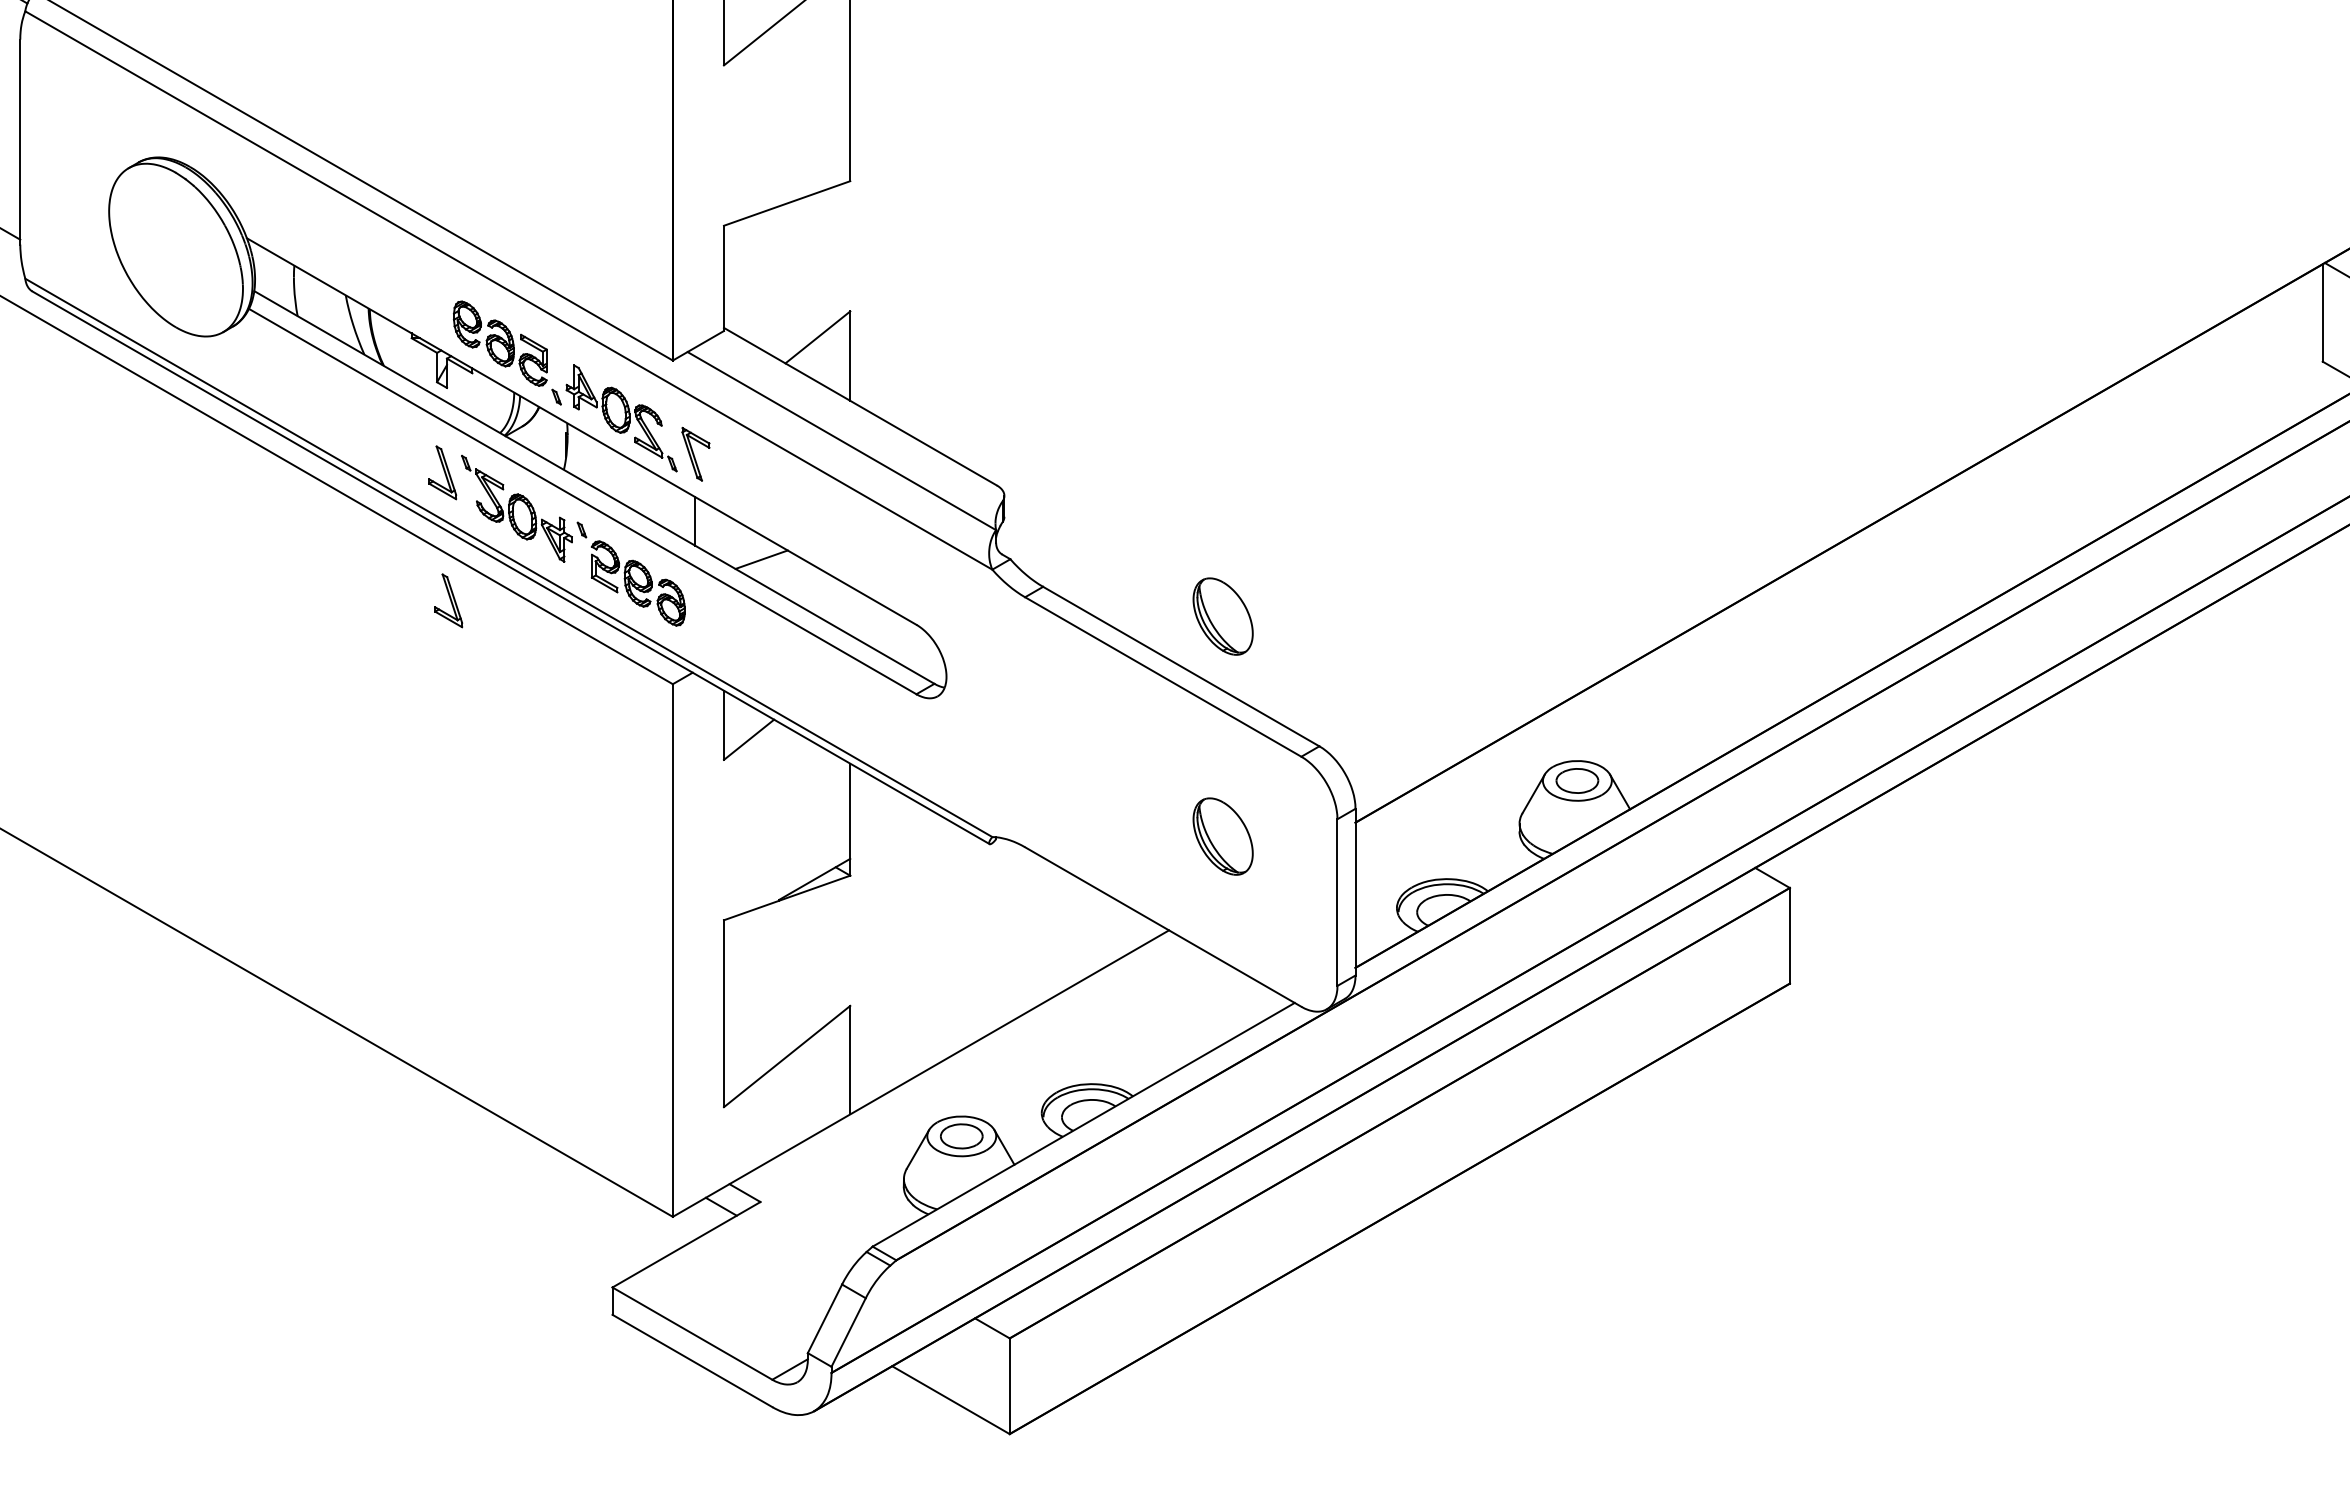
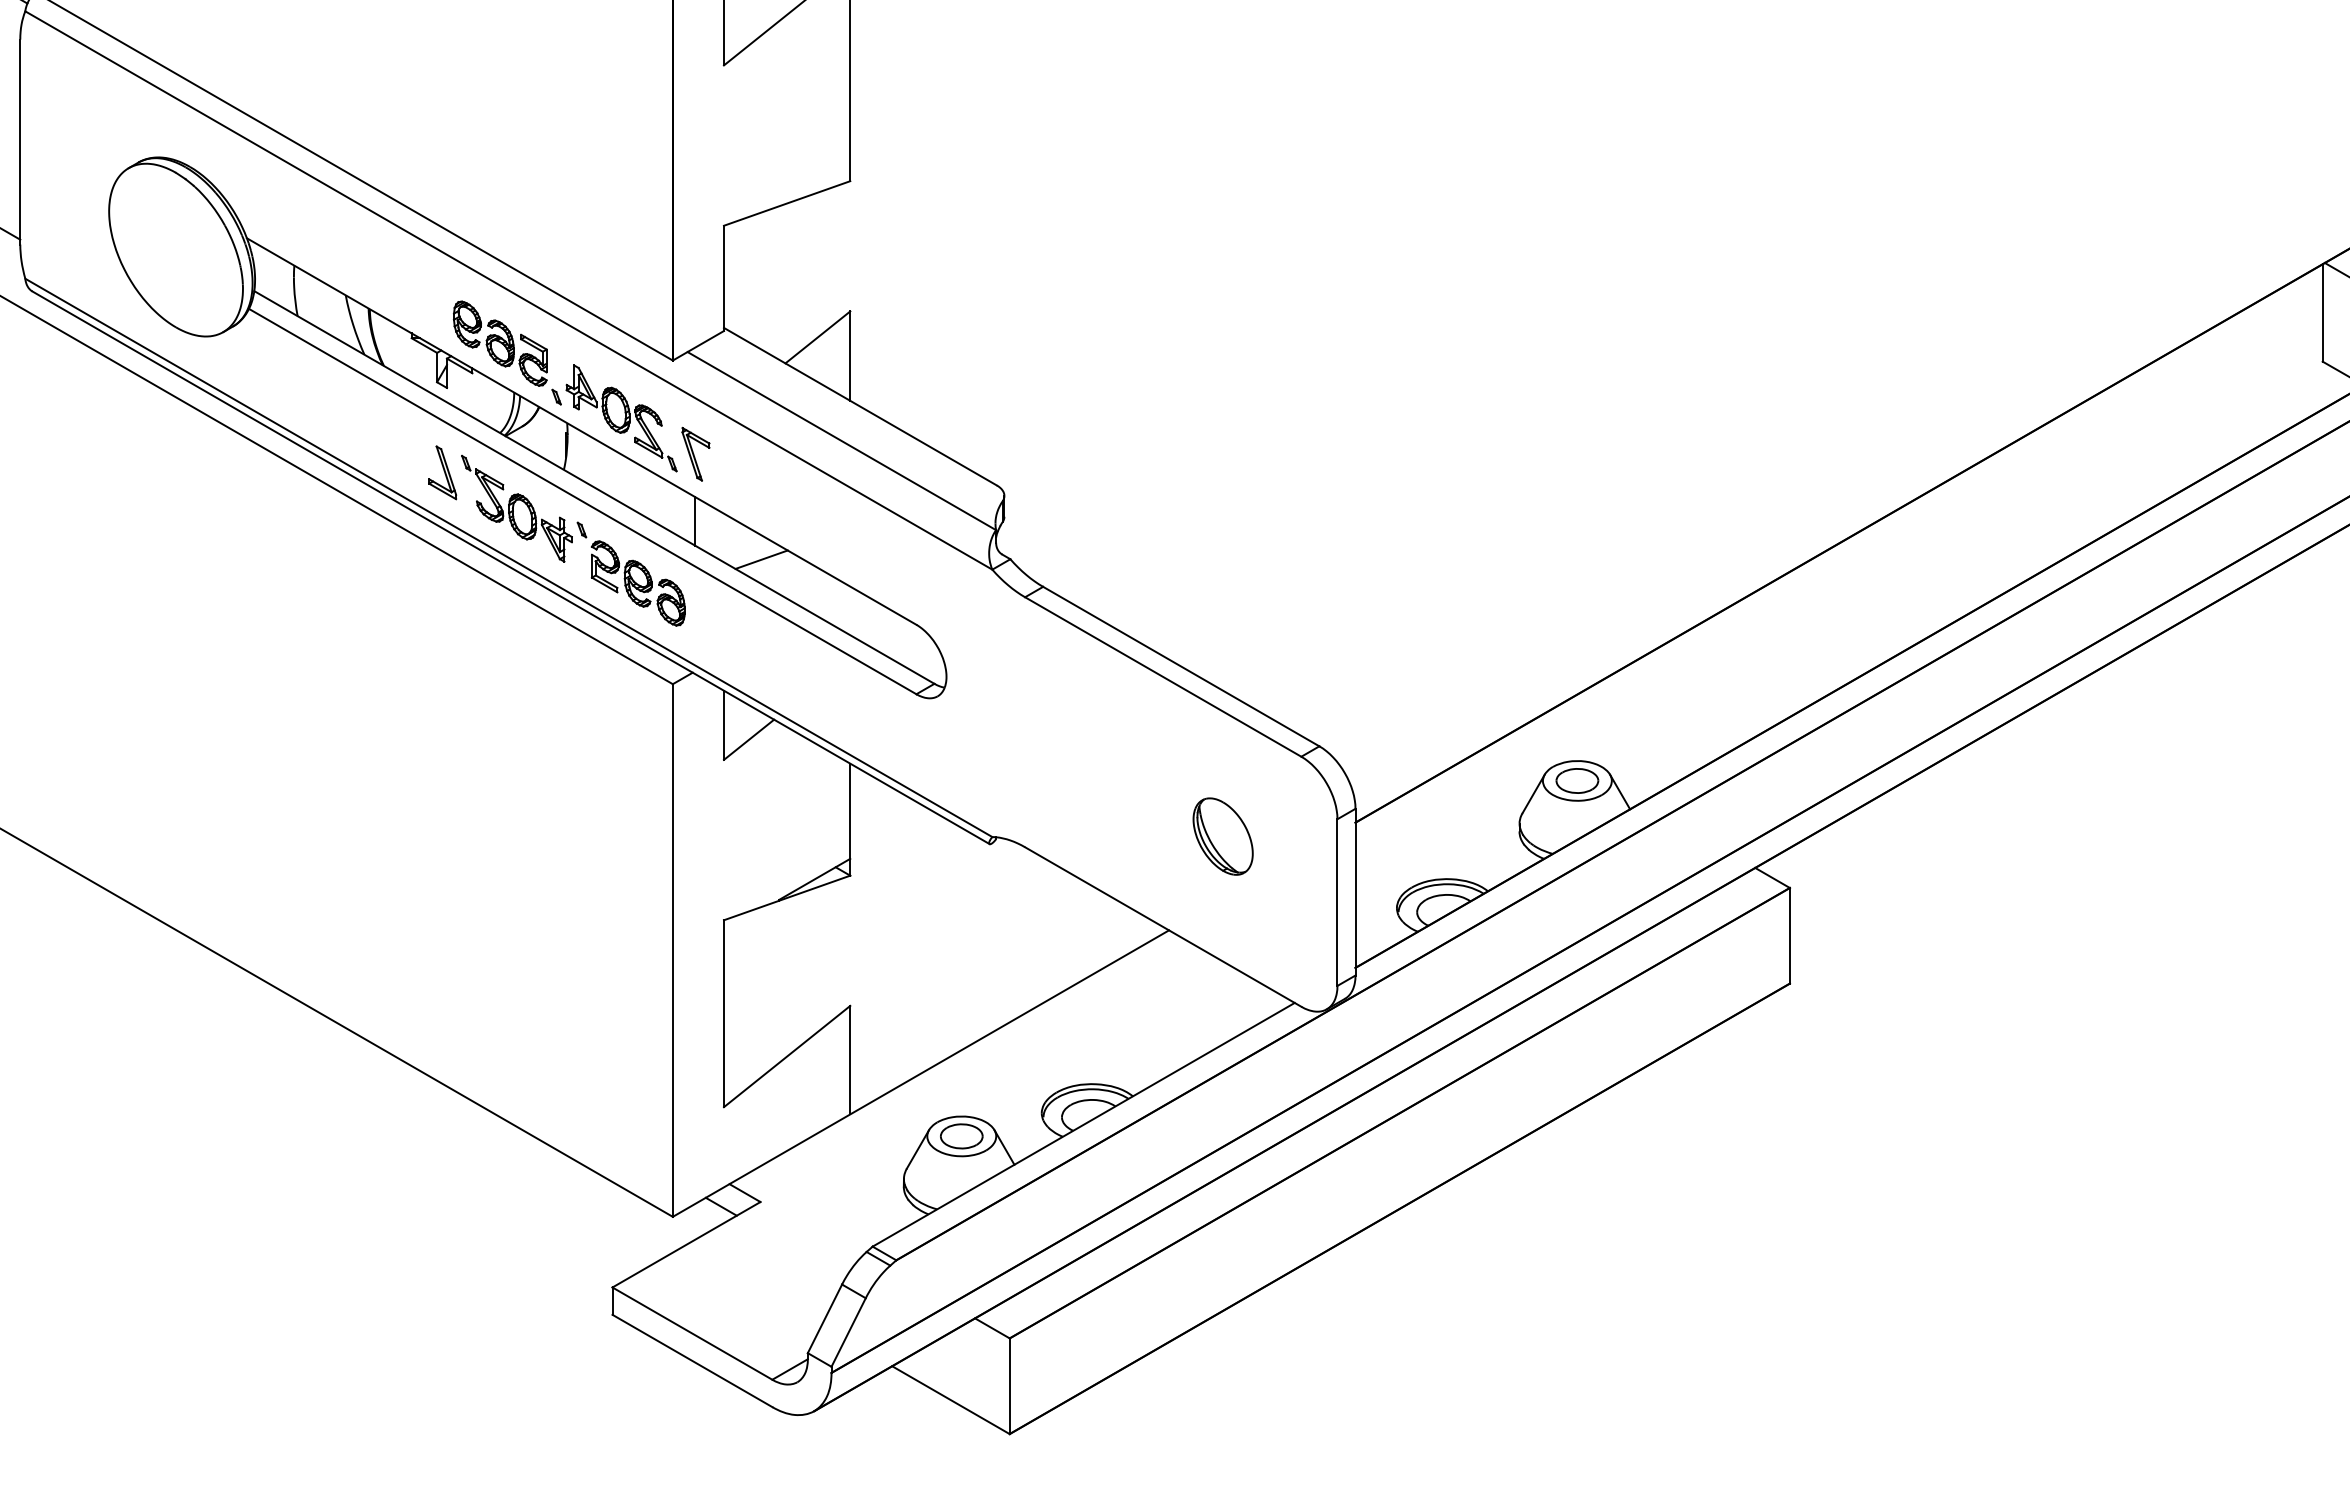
part at (448, 600): present -> none
part at (1222, 616): present -> none
